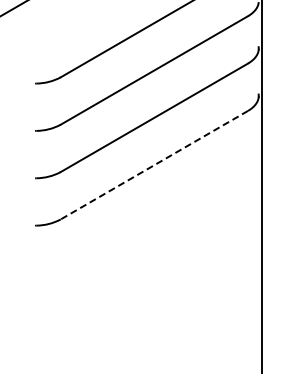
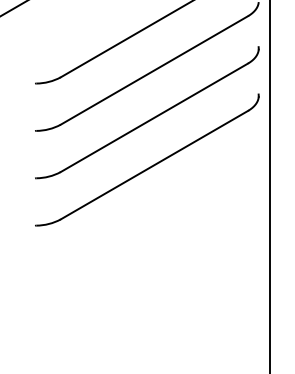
line at (154, 165): dashed -> solid
line at (262, 186) position: (262, 186) -> (270, 186)
